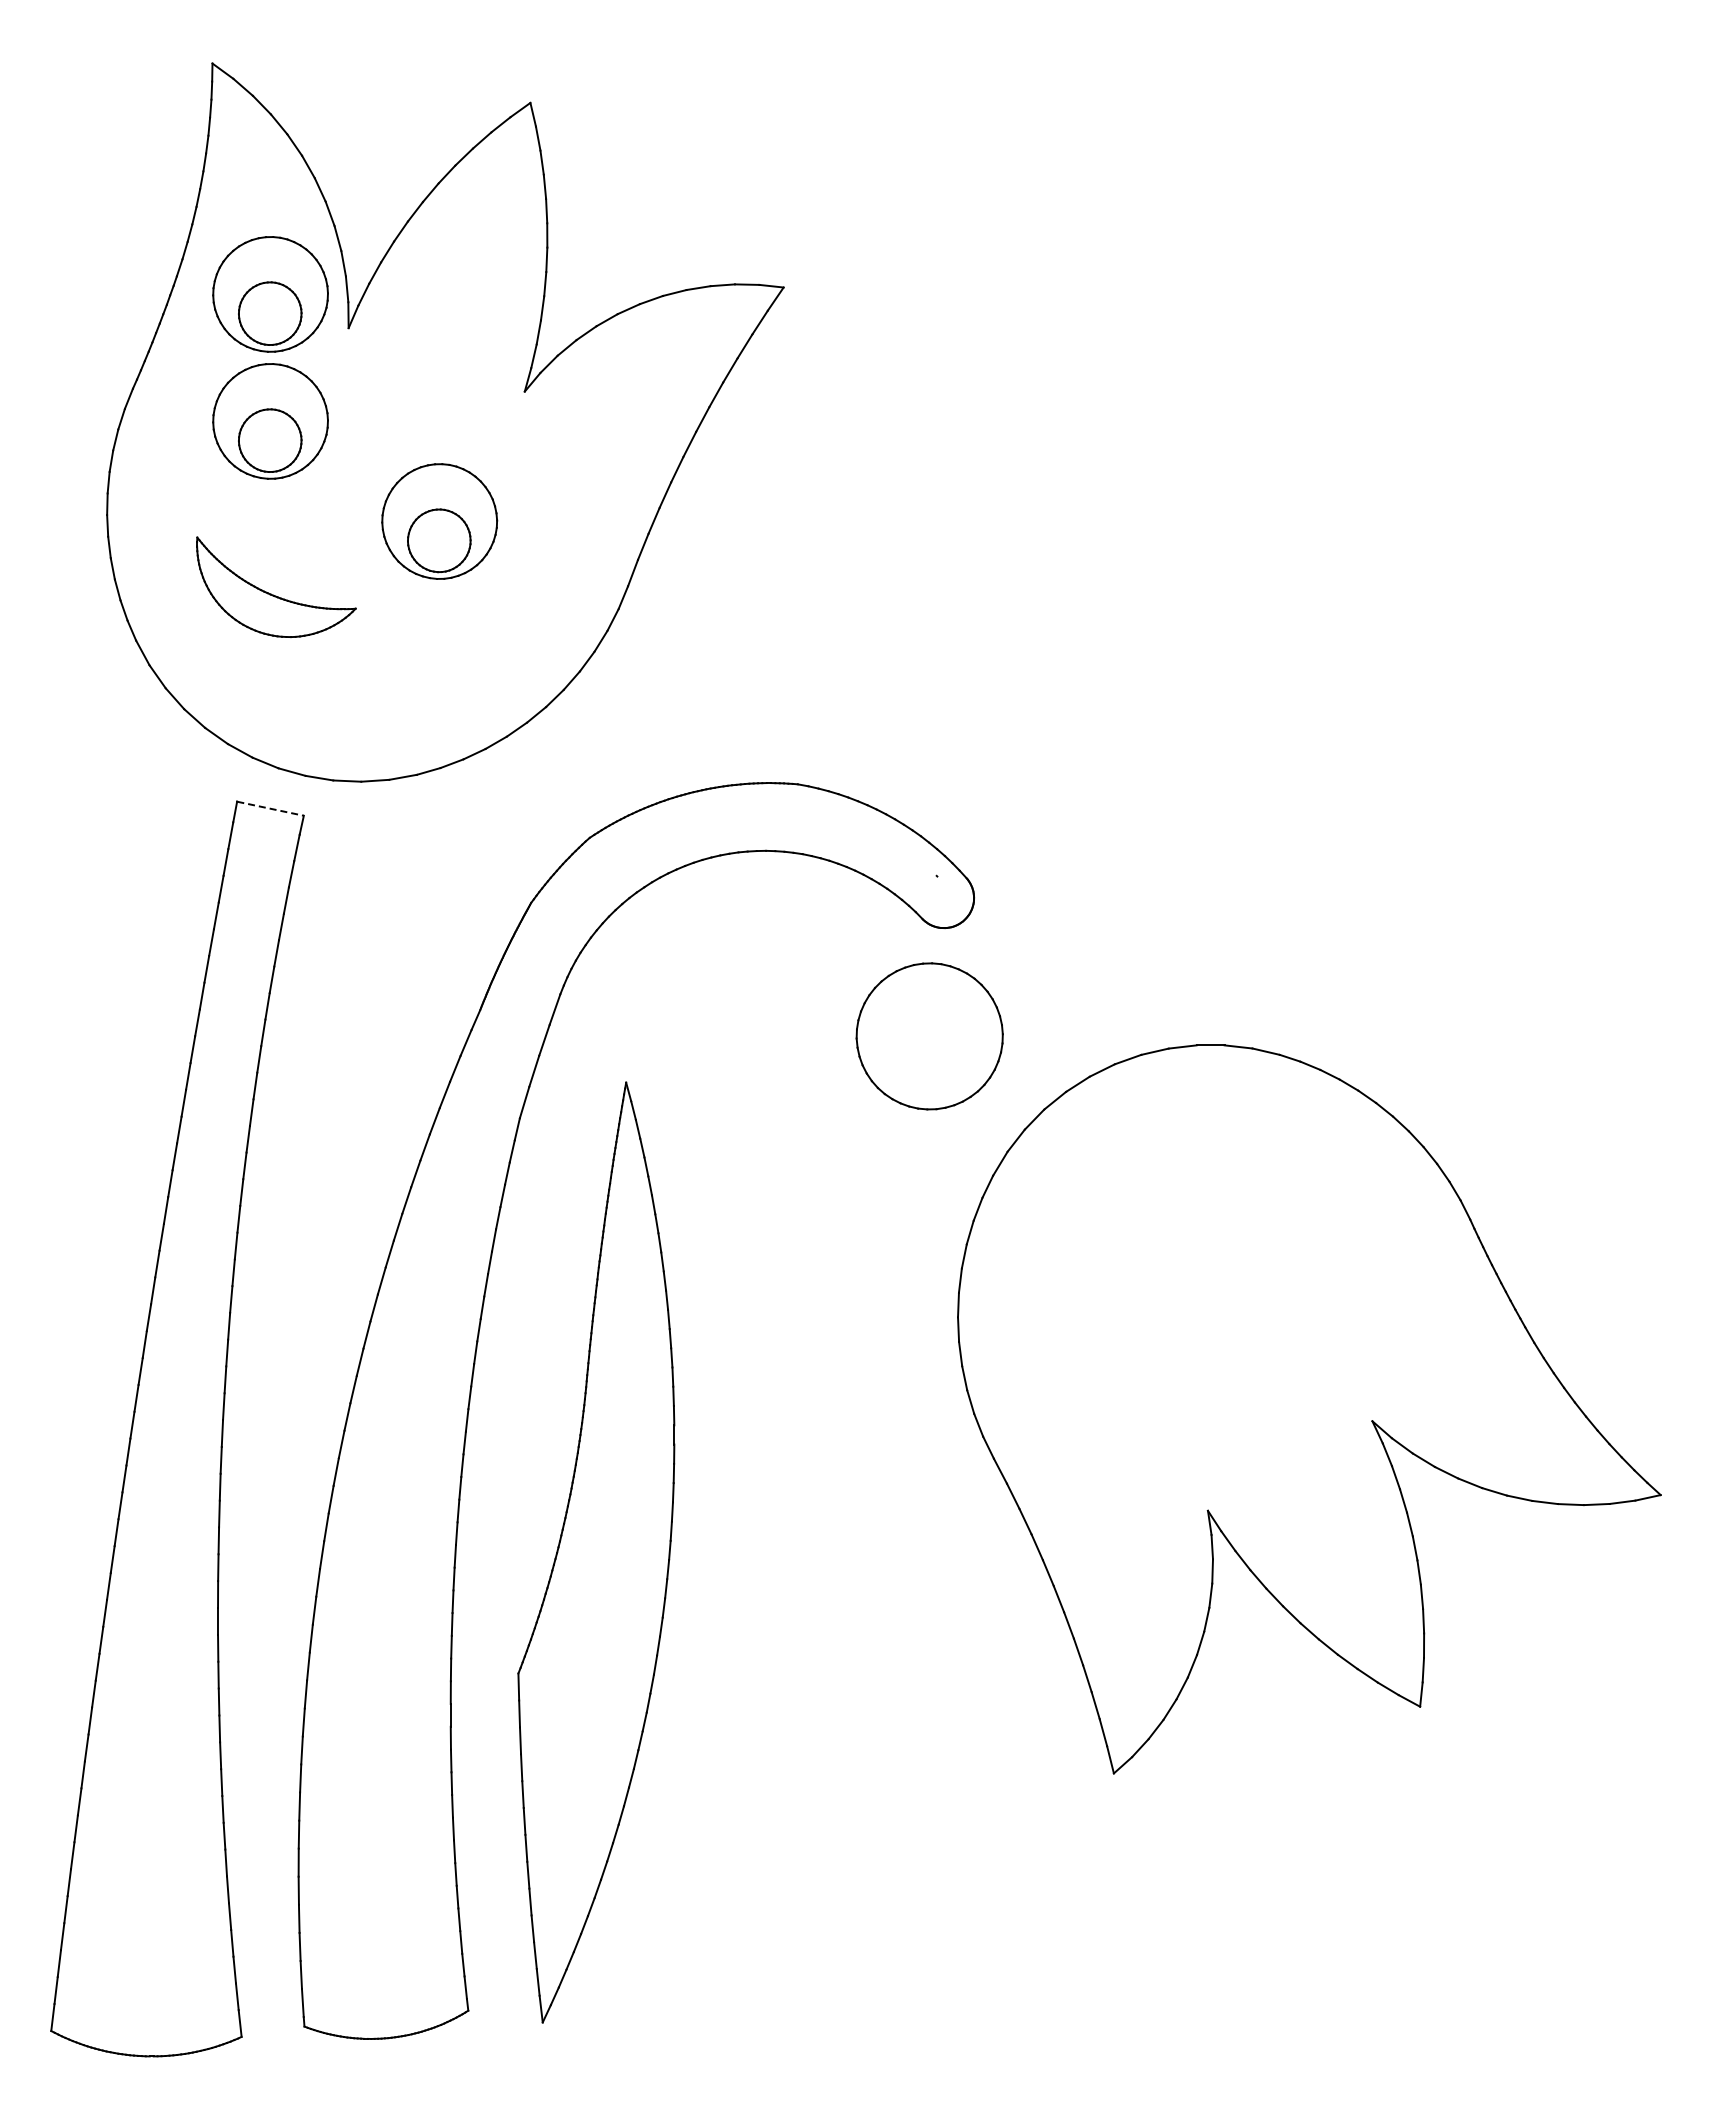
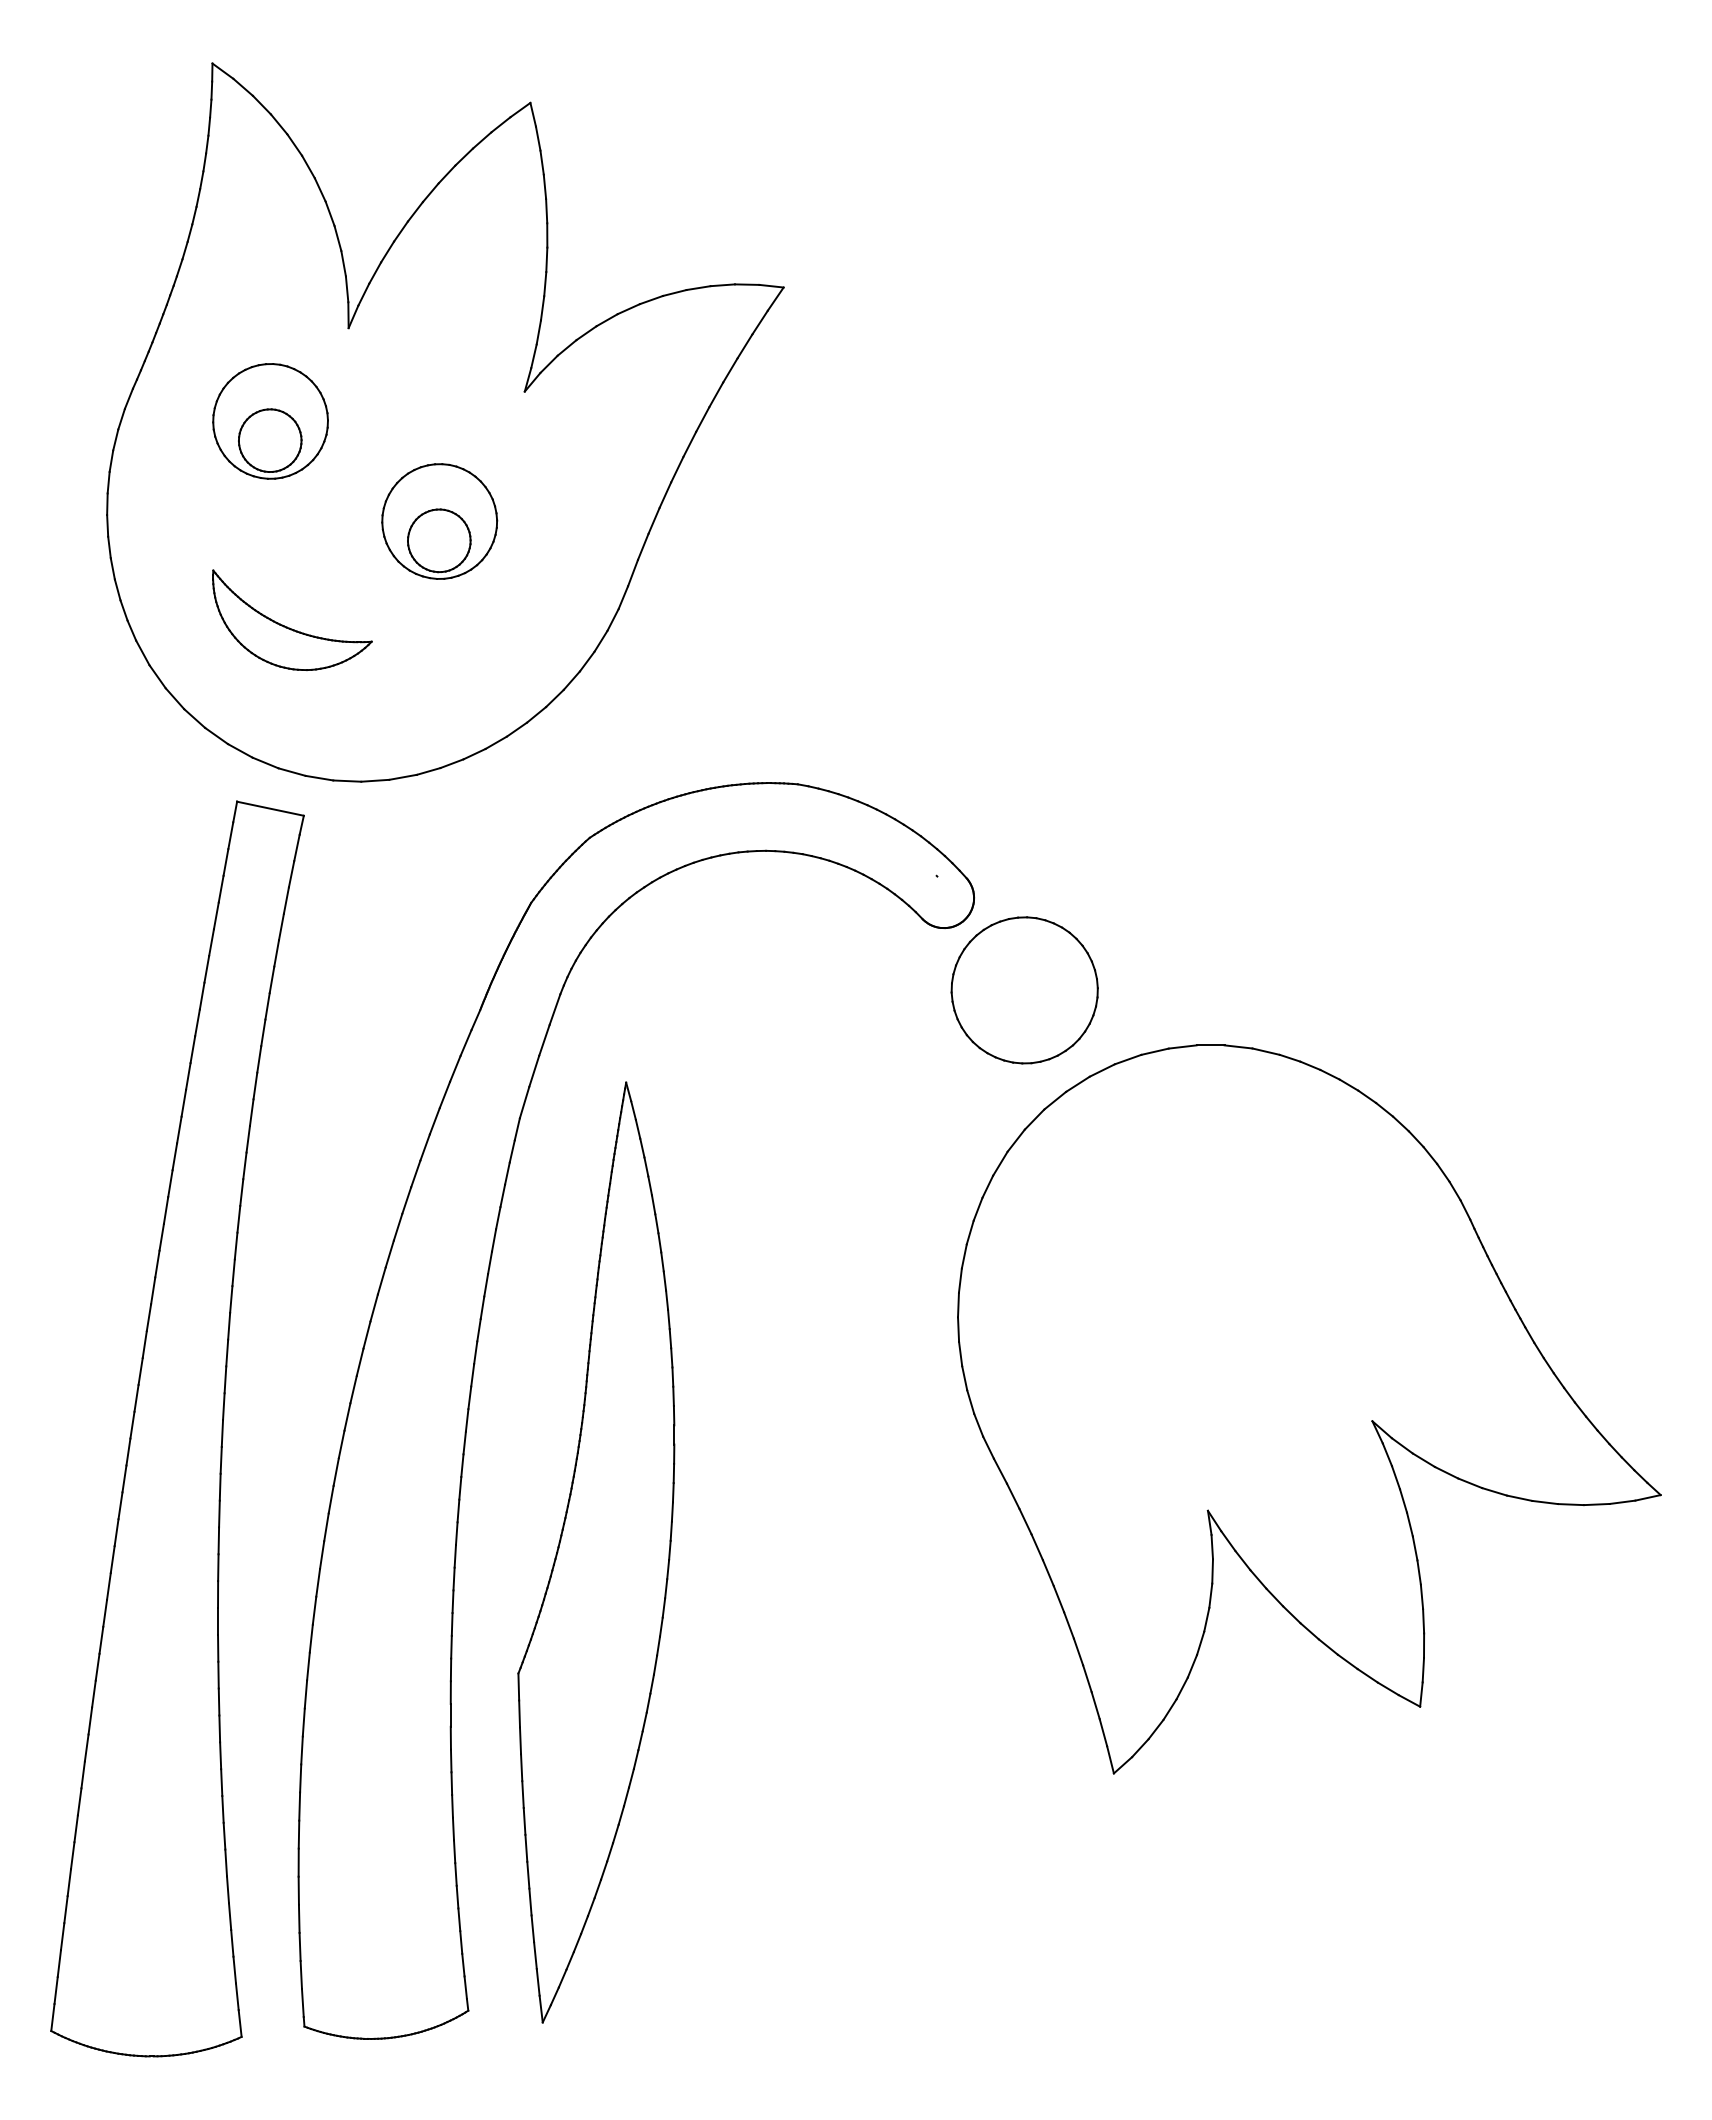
part at (270, 294): present -> none
part at (273, 594) position: (273, 594) -> (289, 627)
line at (270, 808): dashed -> solid
part at (929, 1036) position: (929, 1036) -> (1024, 990)
